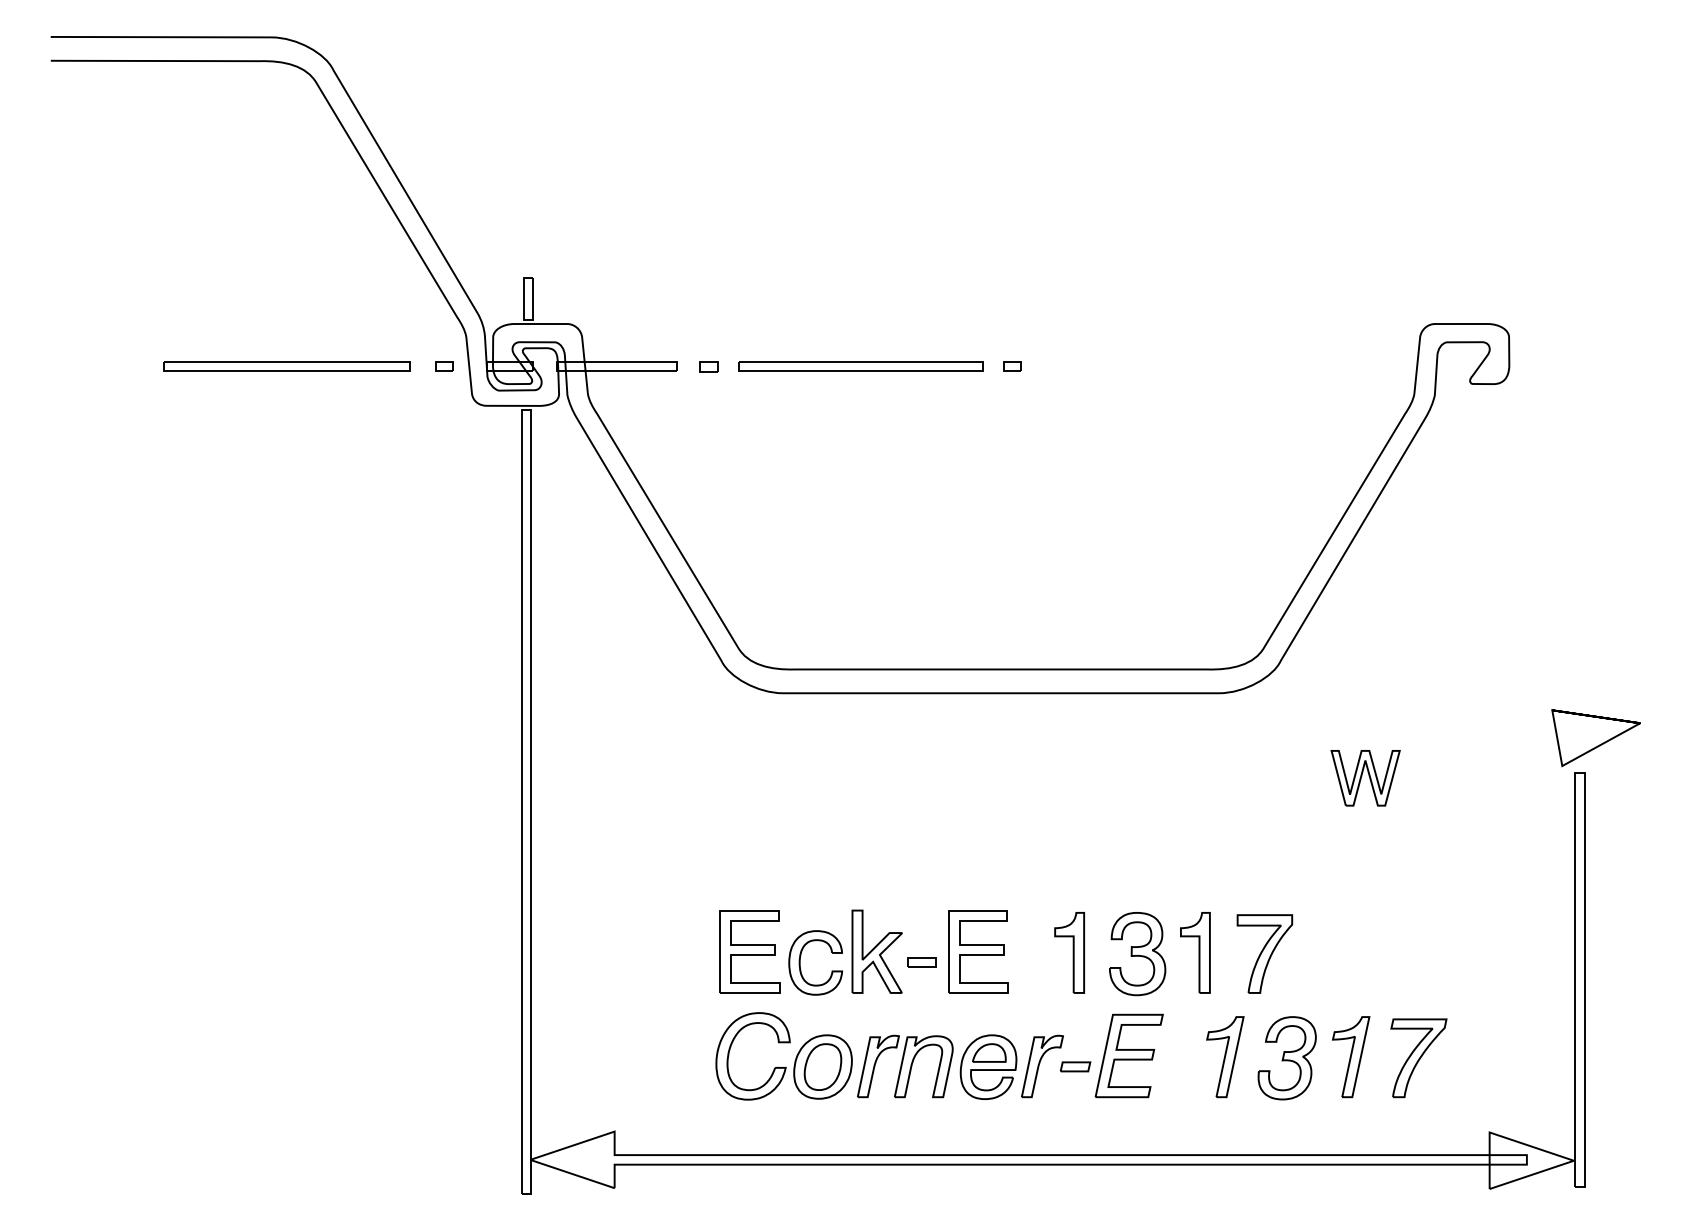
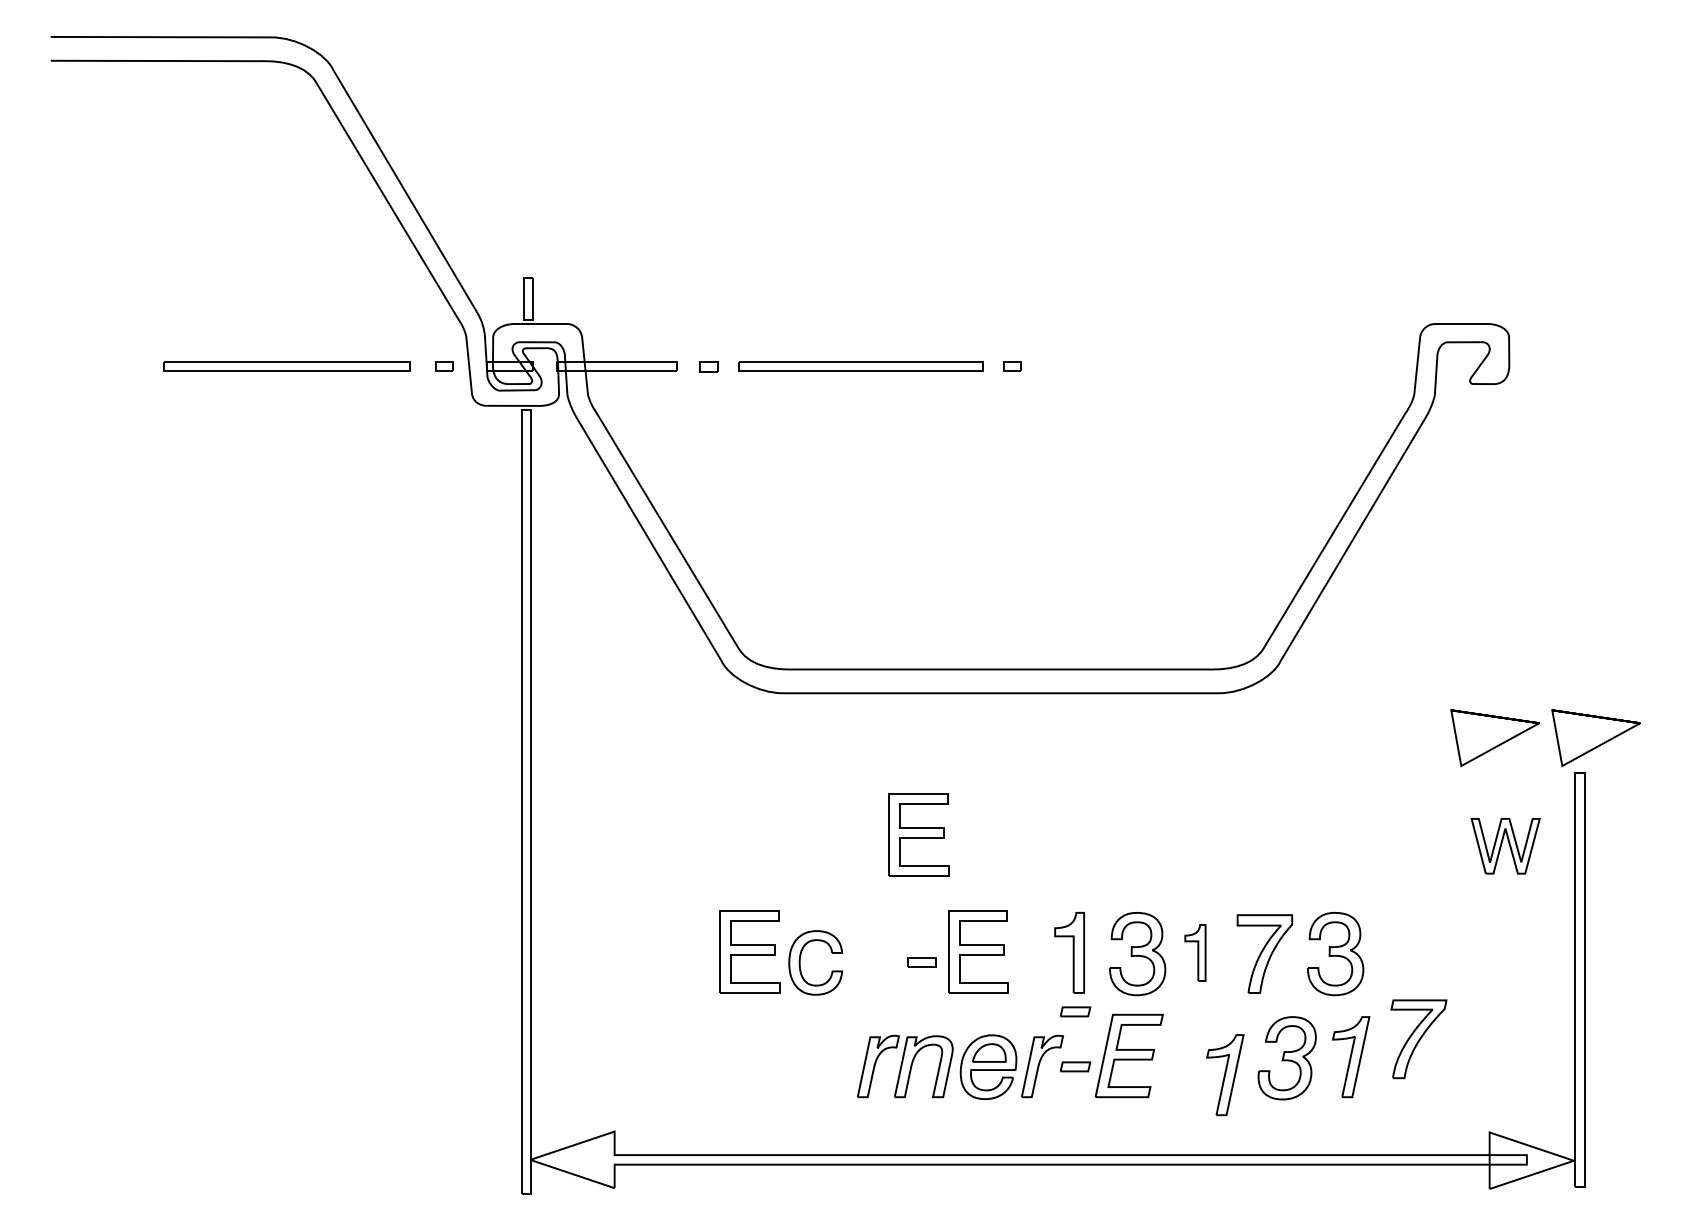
part at (1494, 738): none -> present
part at (1365, 778) position: (1365, 778) -> (1505, 846)
part at (918, 834): none -> present
part at (876, 951): present -> none
part at (1195, 952) size: 31x82 px -> 23x58 px
part at (1335, 954): none -> present
part at (1075, 1011): none -> present
part at (1225, 1057) position: (1225, 1057) -> (1225, 1075)
part at (1418, 1058) position: (1418, 1058) -> (1418, 1039)
part at (783, 1067): present -> none
